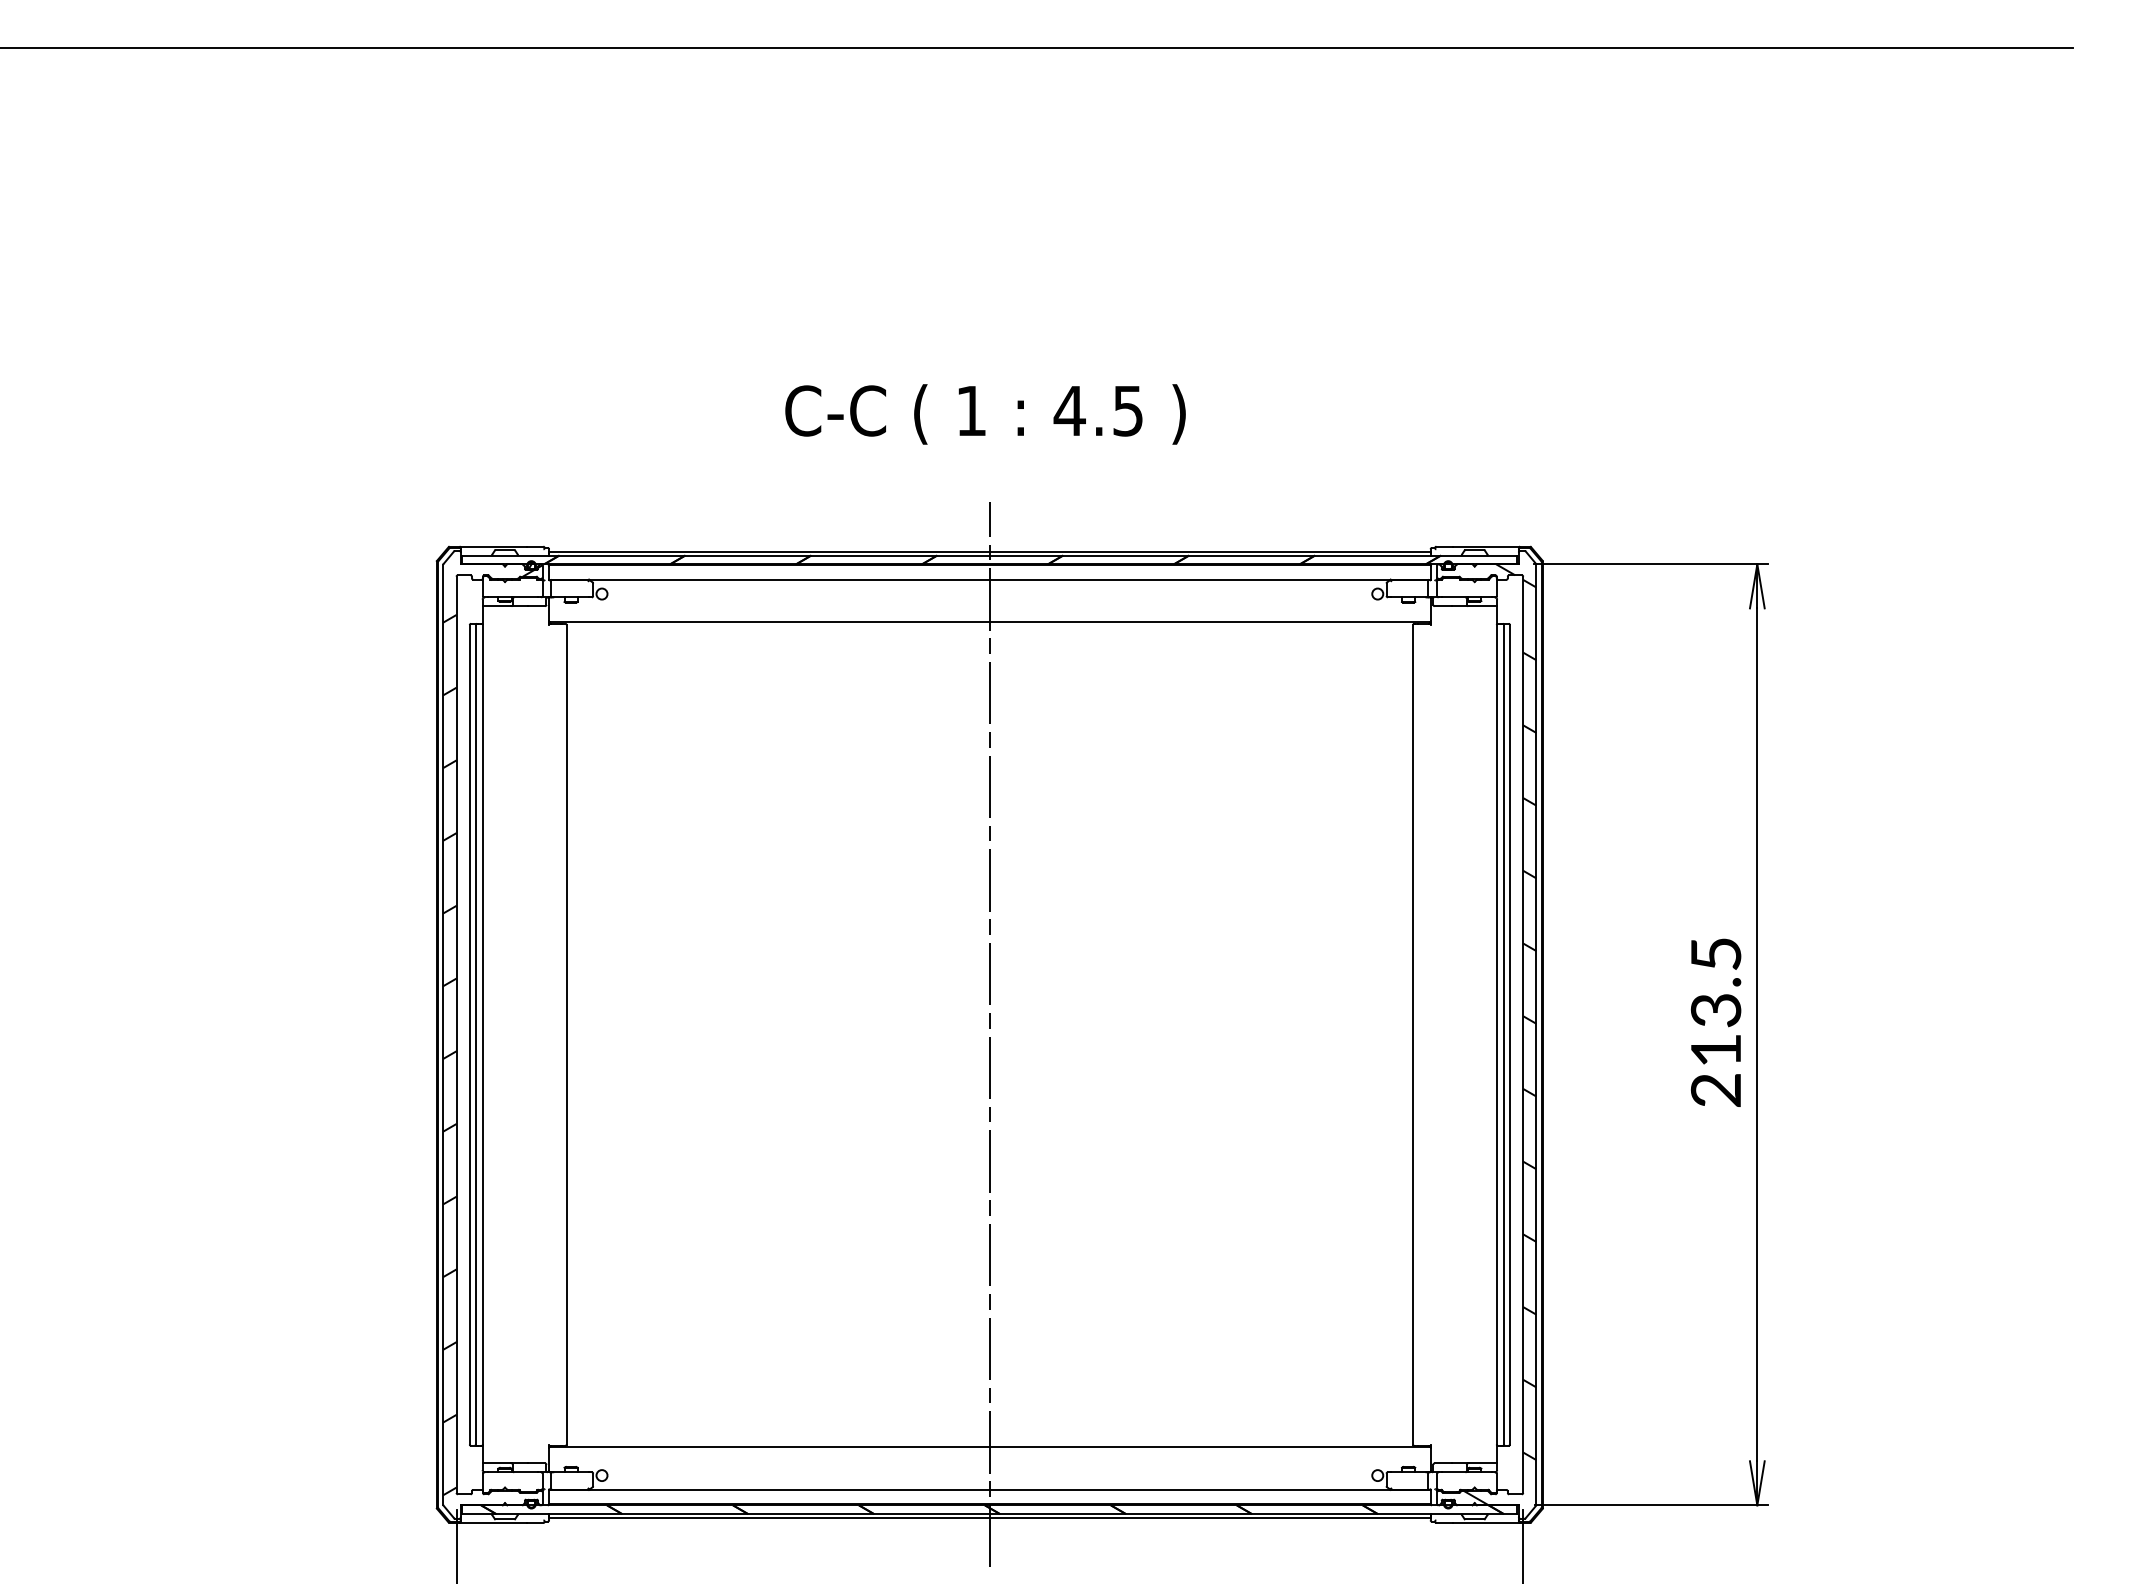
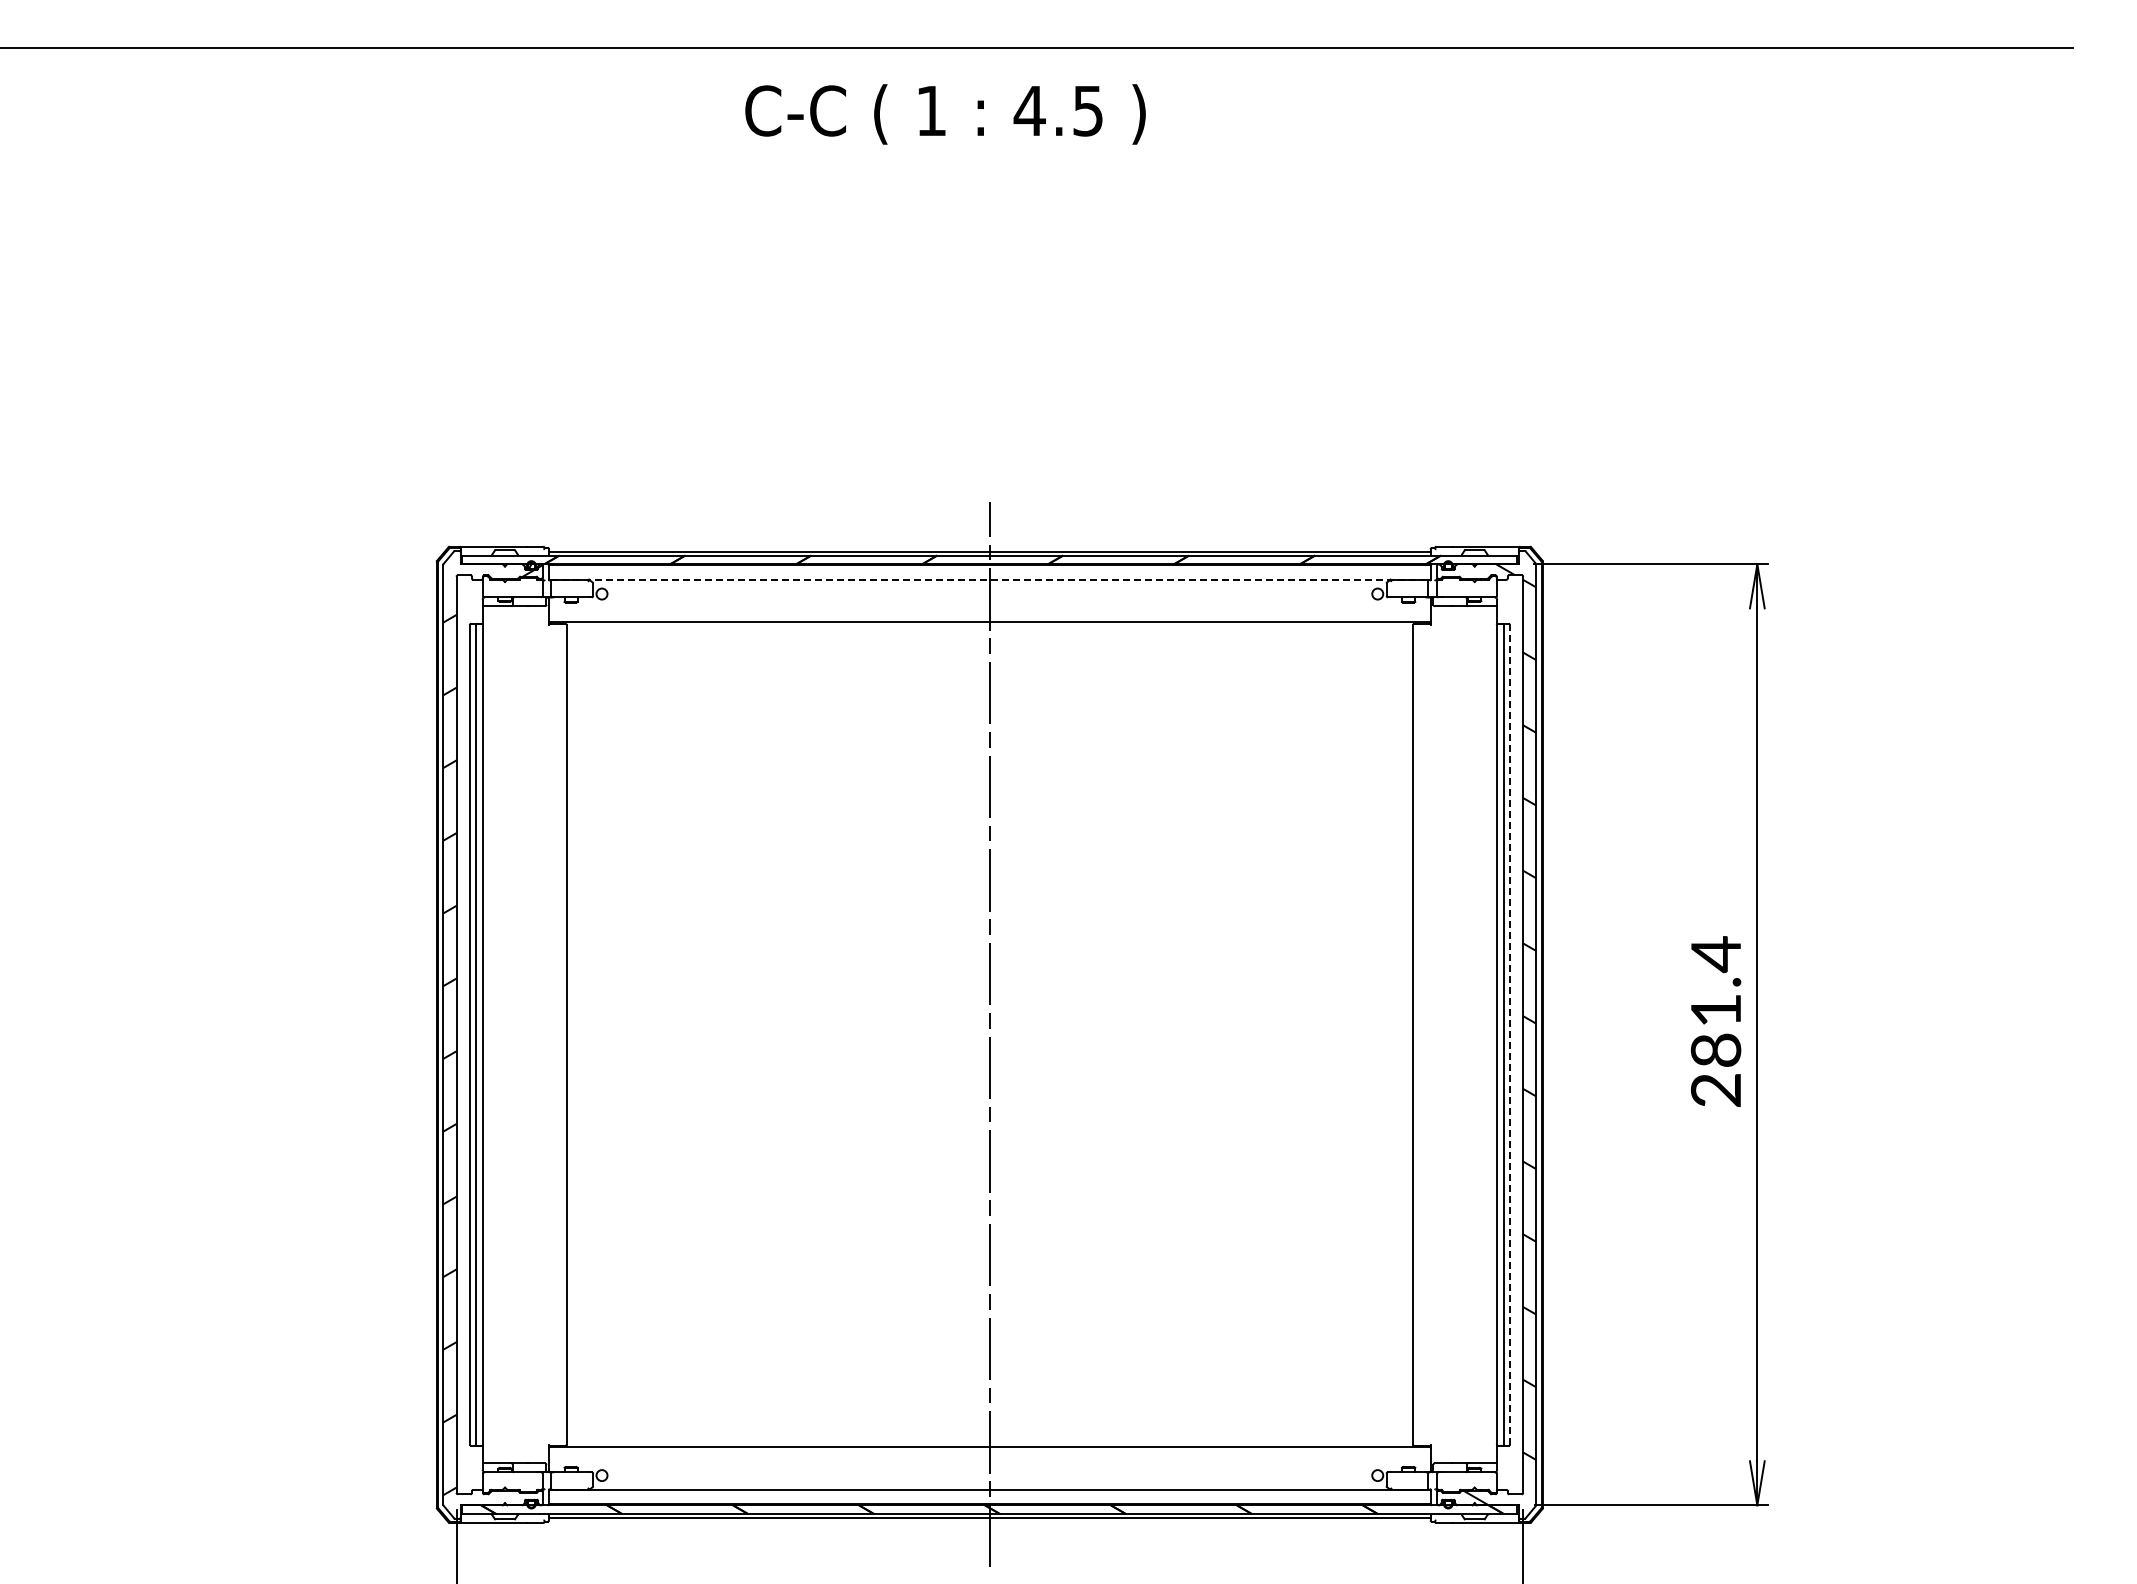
text at (985, 414) position: (985, 414) -> (945, 114)
line at (990, 579): solid -> dashed
text at (1715, 1001): 213.5 -> 281.4
line at (1509, 1034): solid -> dashed
